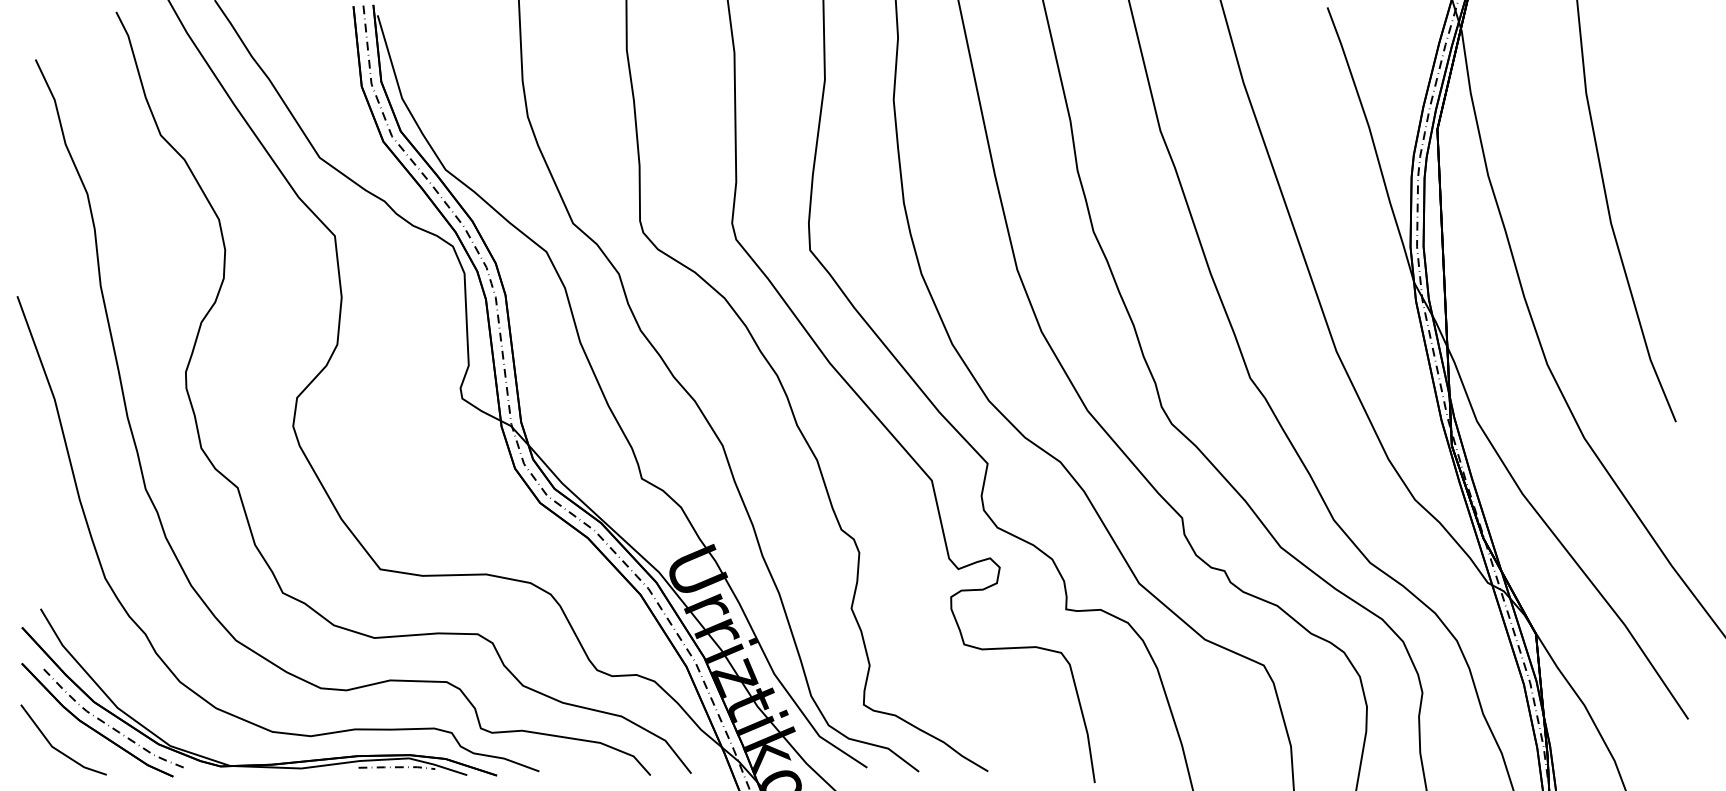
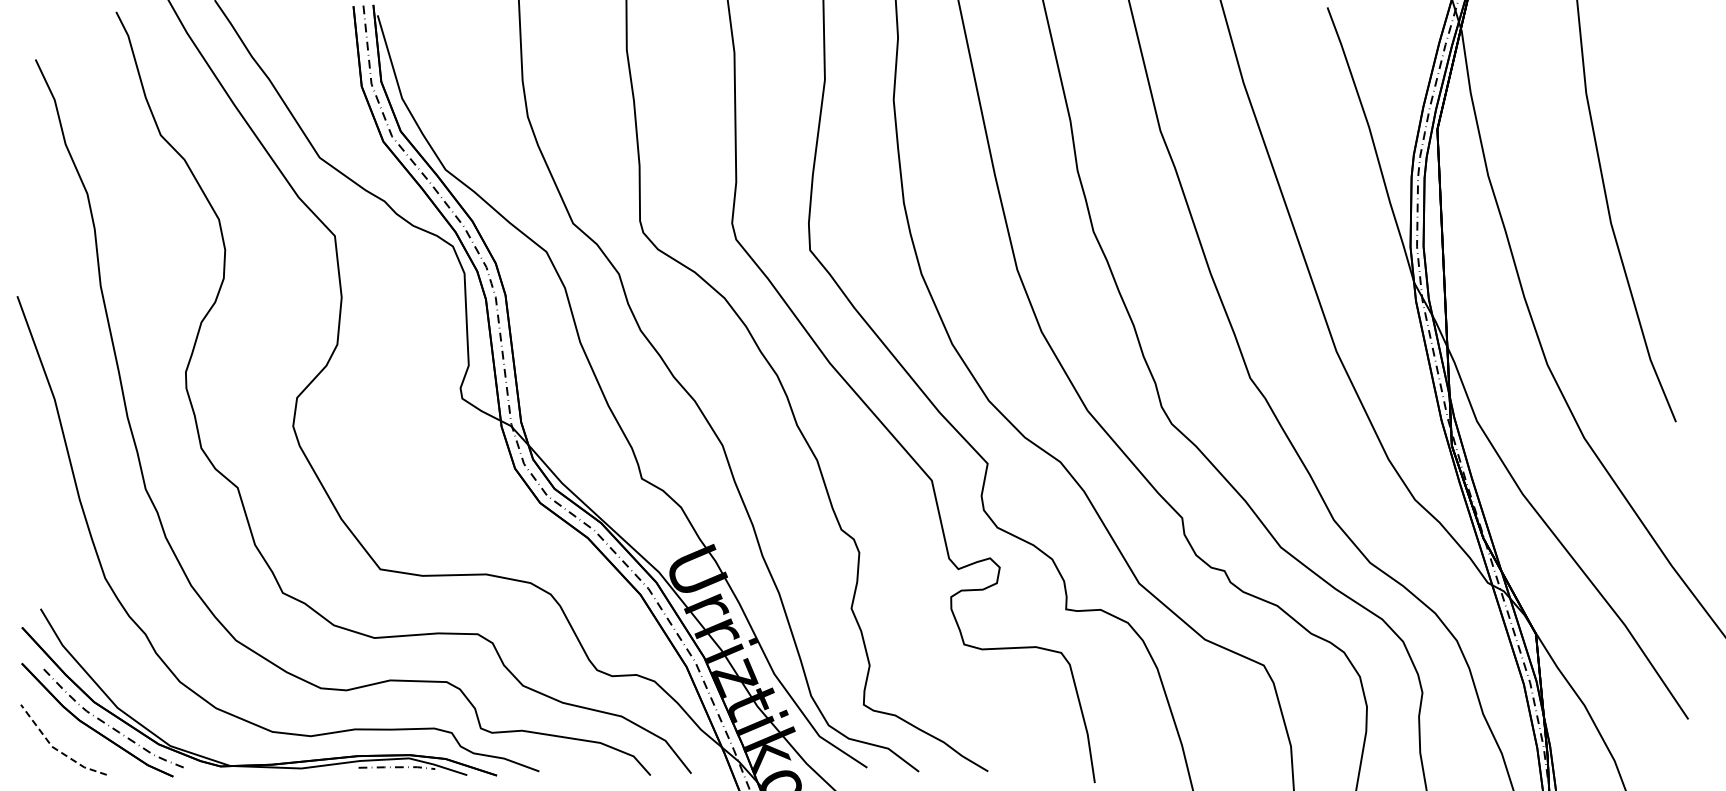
line at (56, 749): solid -> dashed
